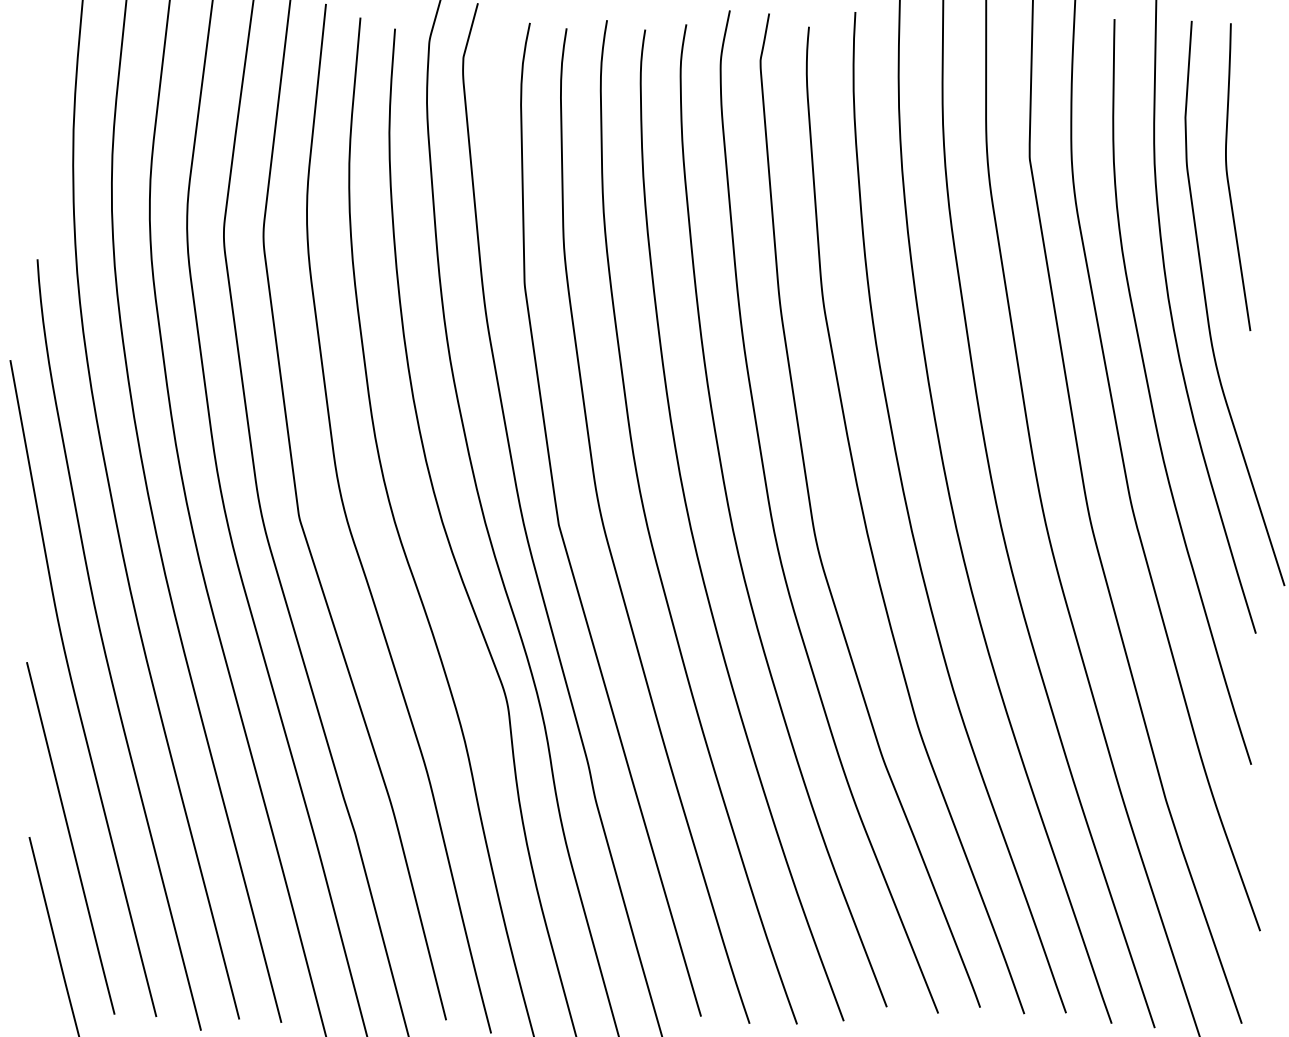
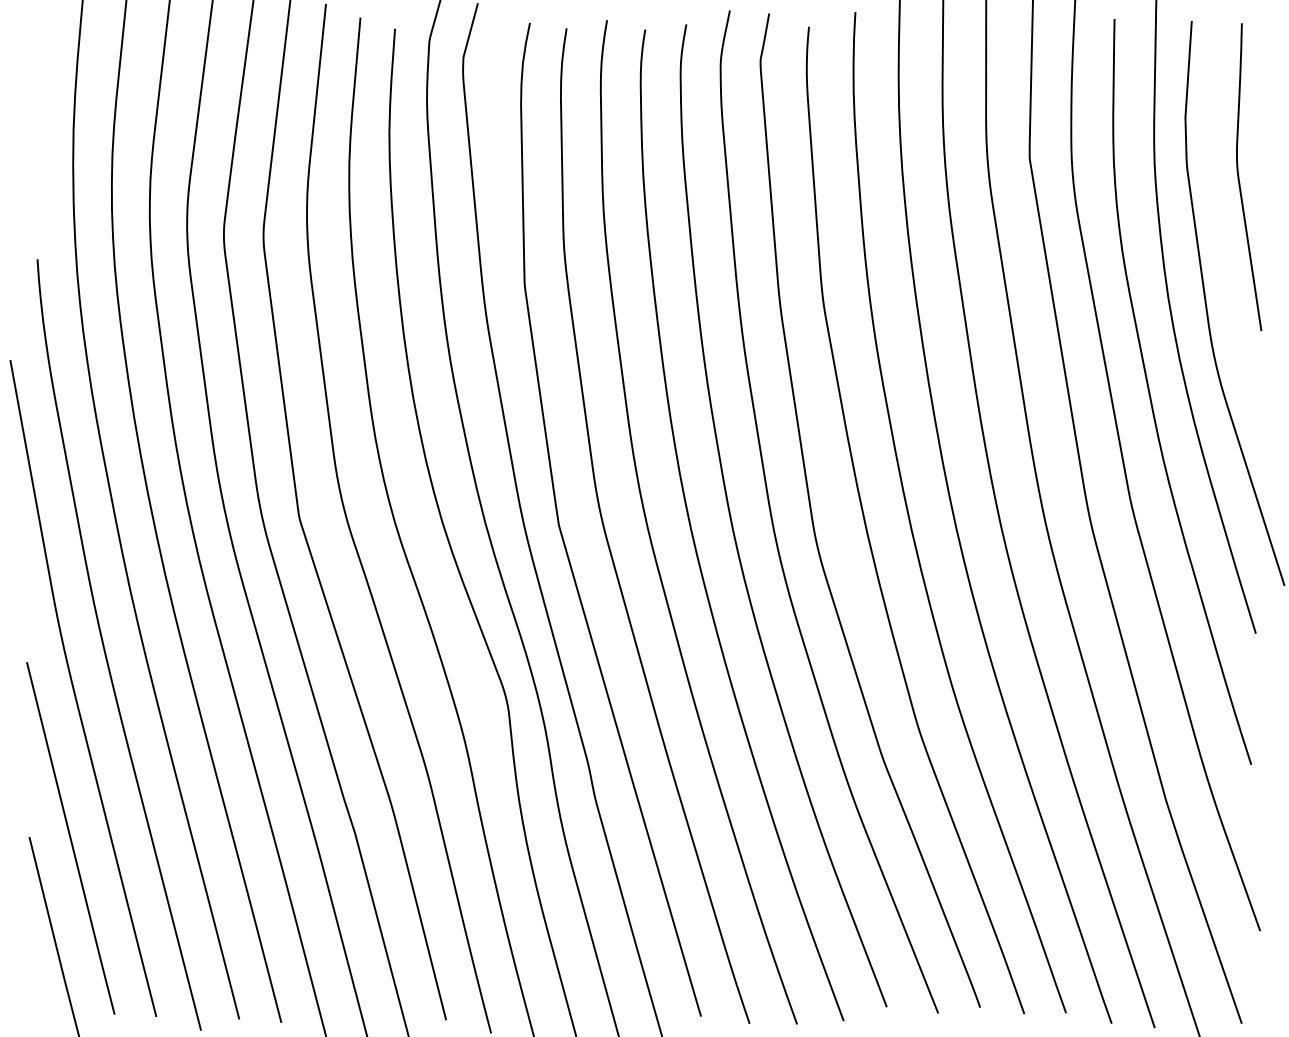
curve at (1228, 177) position: (1228, 177) -> (1239, 177)
